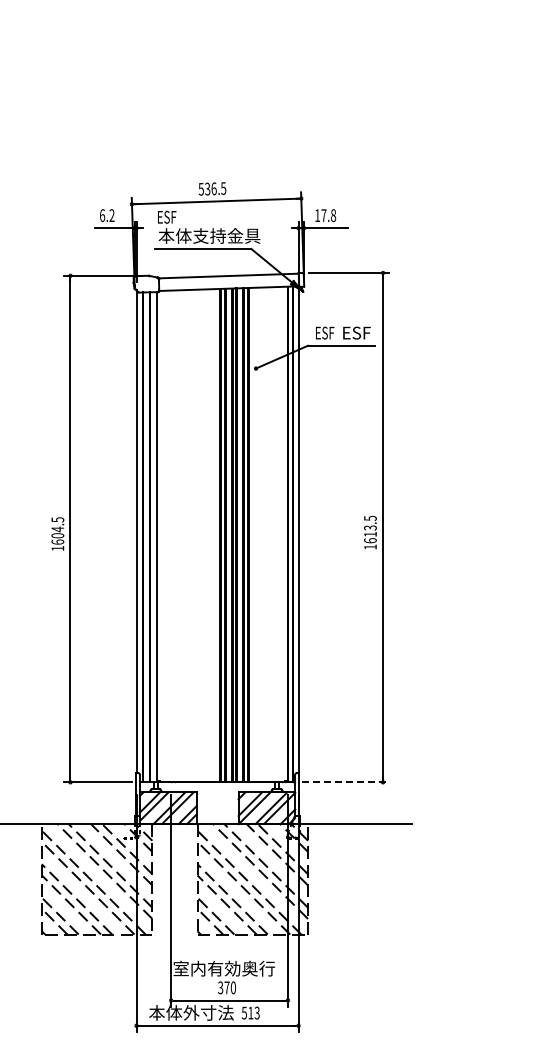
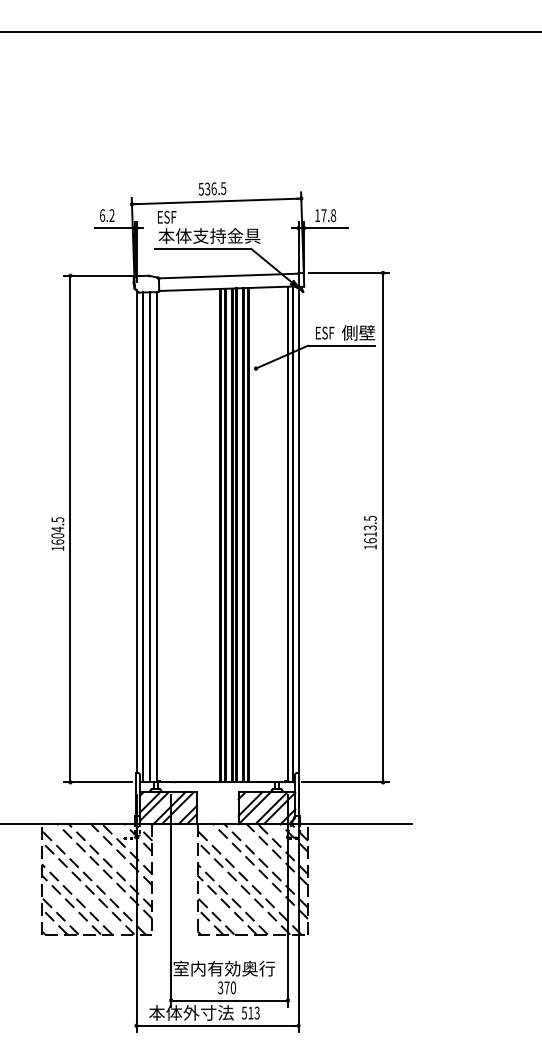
line at (270, 31): none -> present
text at (358, 332): ESF -> 側壁
line at (345, 782): dashed -> solid
